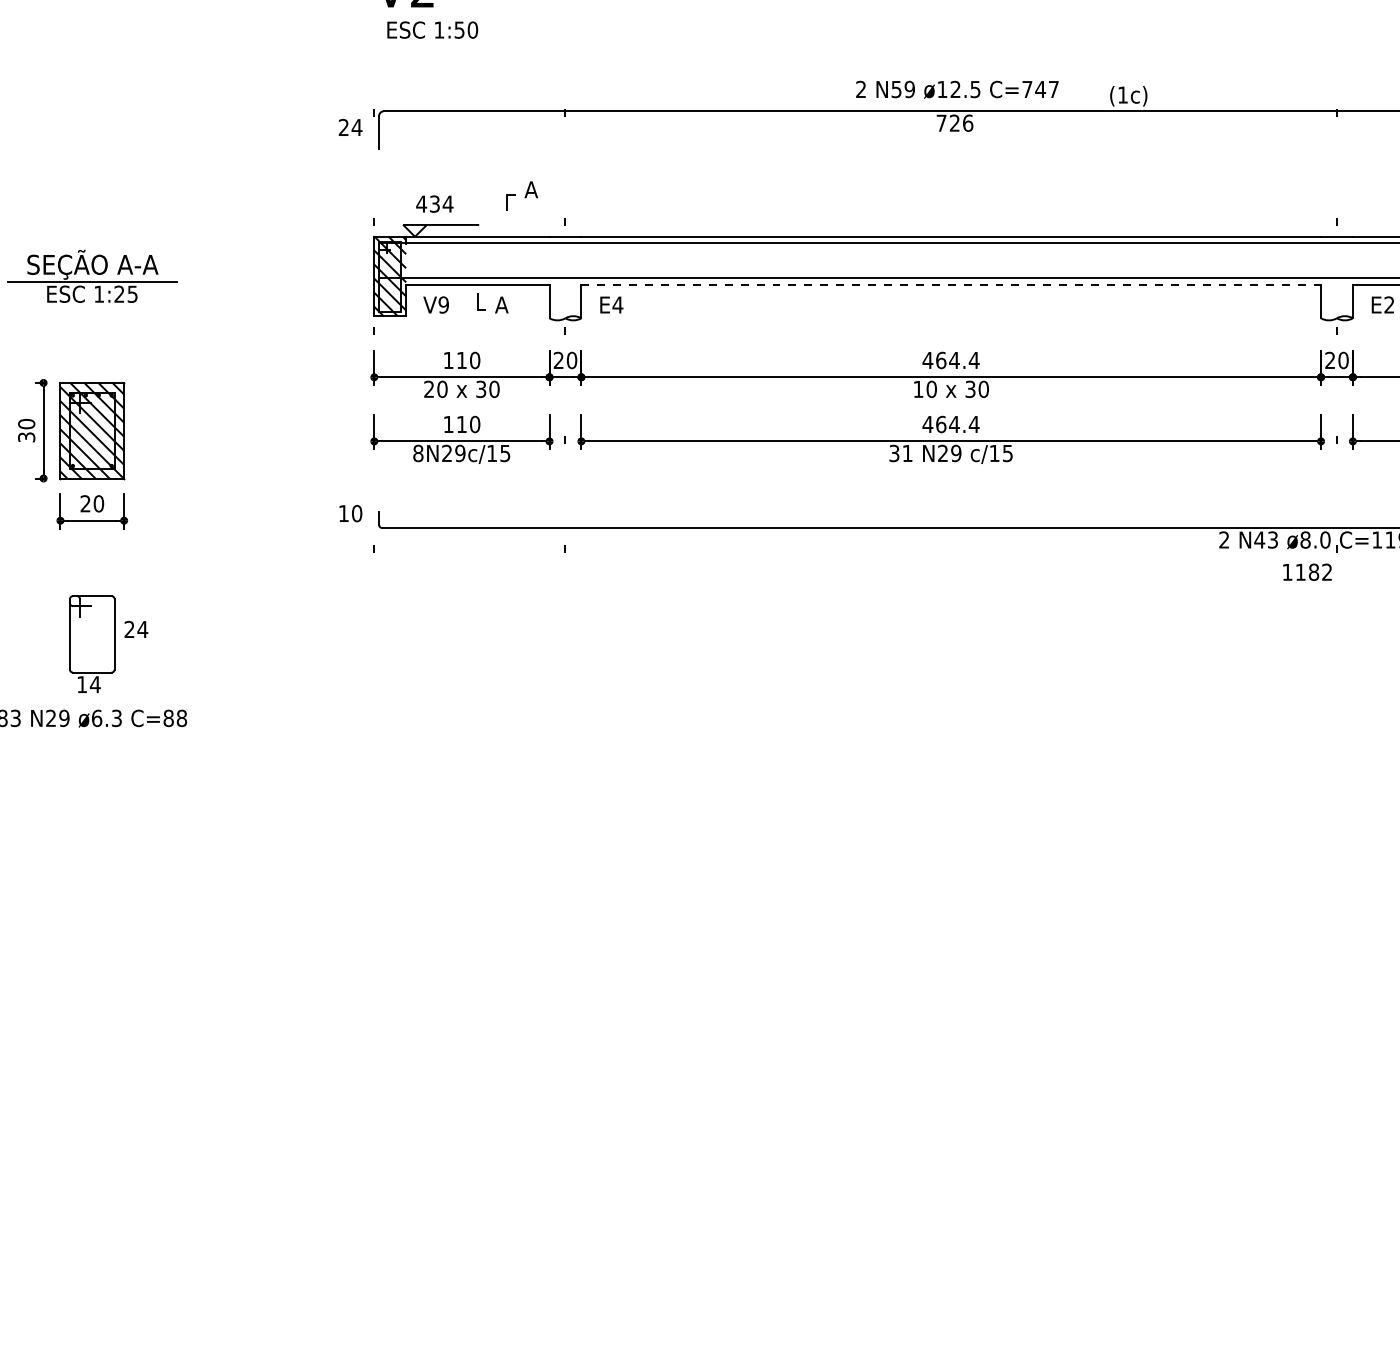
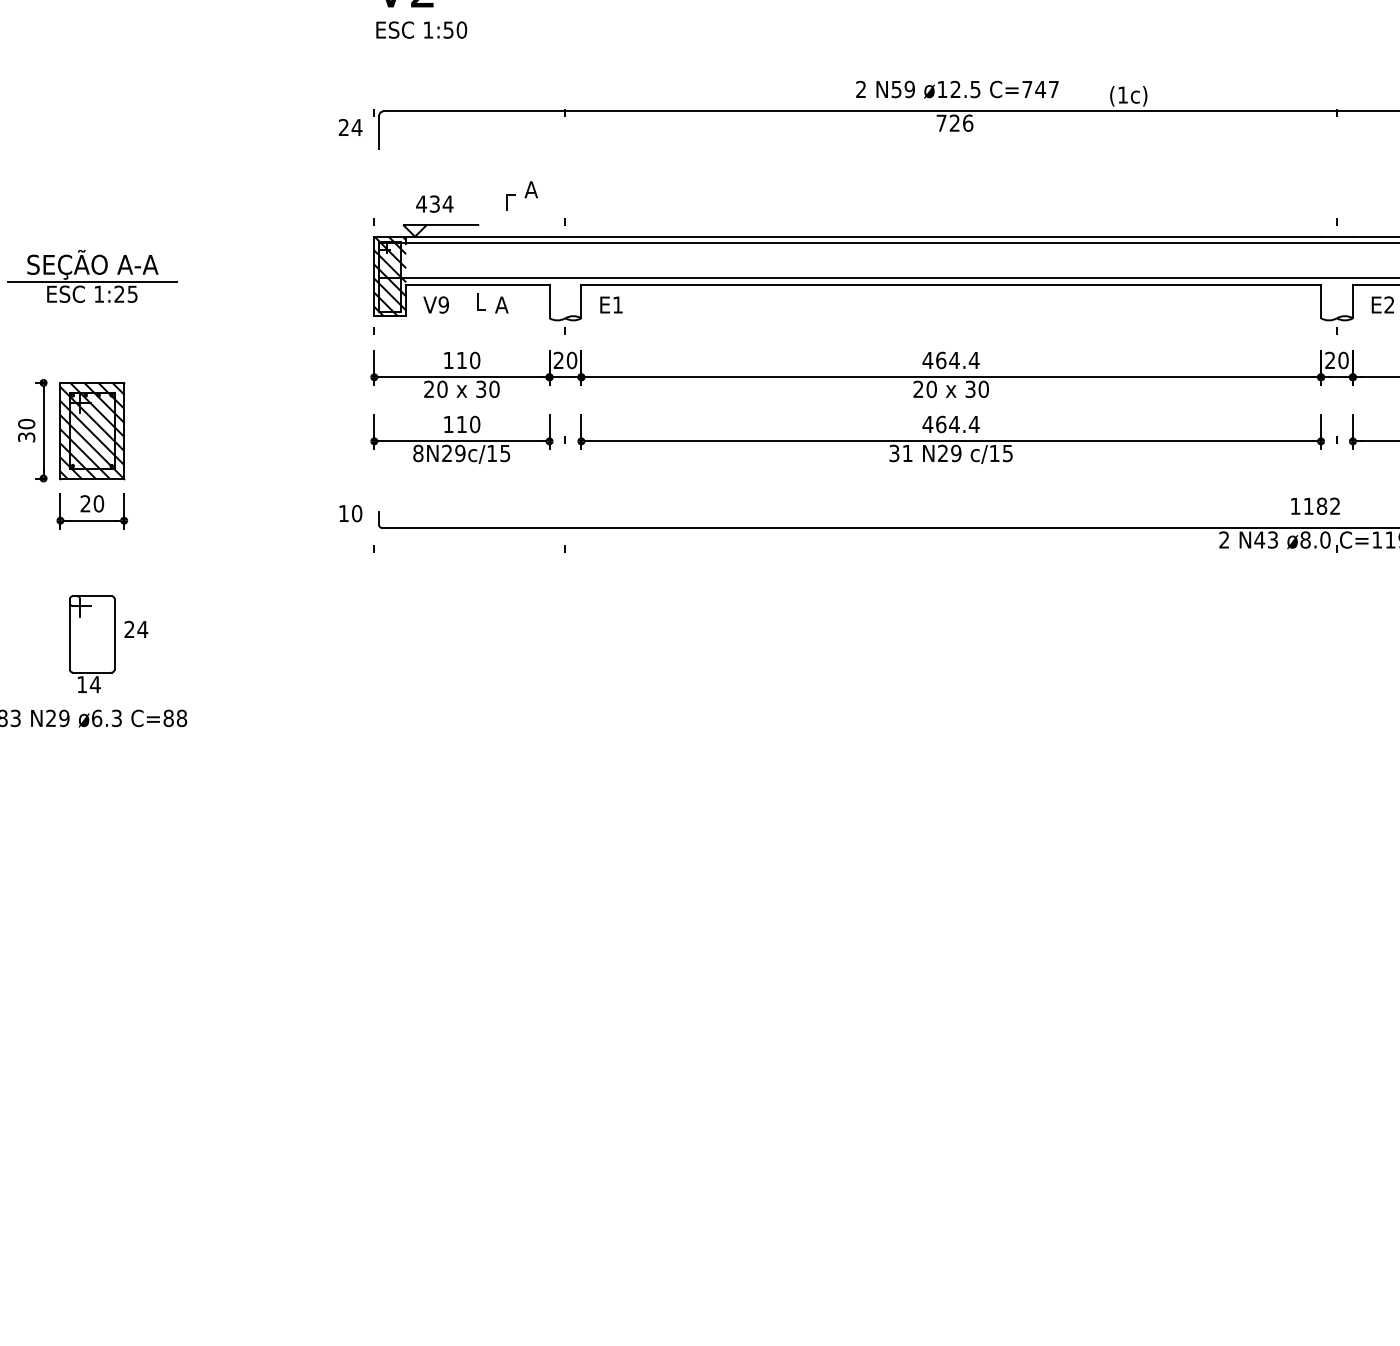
text at (432, 29) position: (432, 29) -> (421, 29)
line at (951, 284): dashed -> solid
text at (617, 304): E4 -> E1
text at (918, 388): 10 -> 20
text at (1307, 571) position: (1307, 571) -> (1315, 505)
